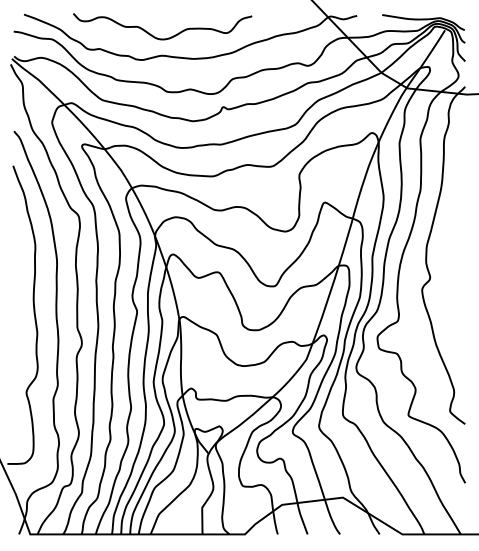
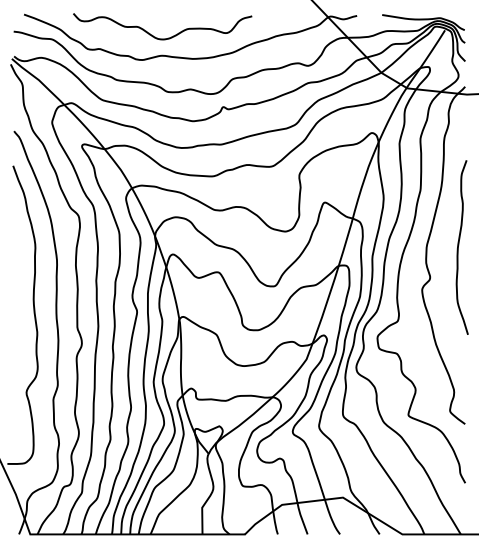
curve at (459, 245): none -> present
